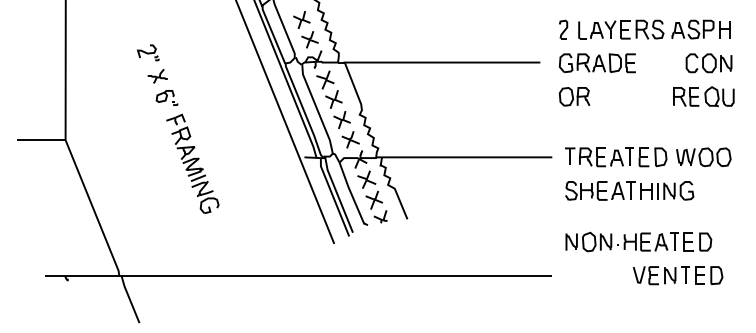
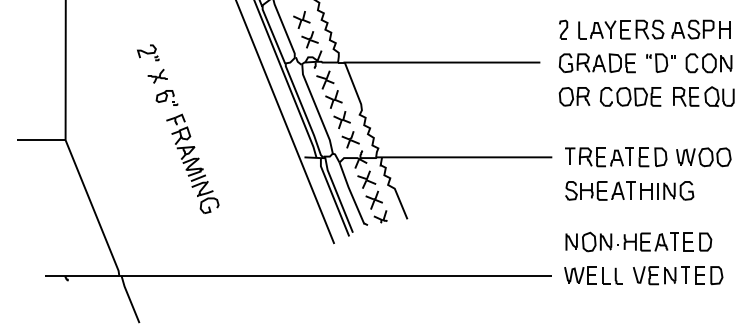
part at (660, 62): none -> present
part at (630, 96): none -> present
part at (593, 275): none -> present
